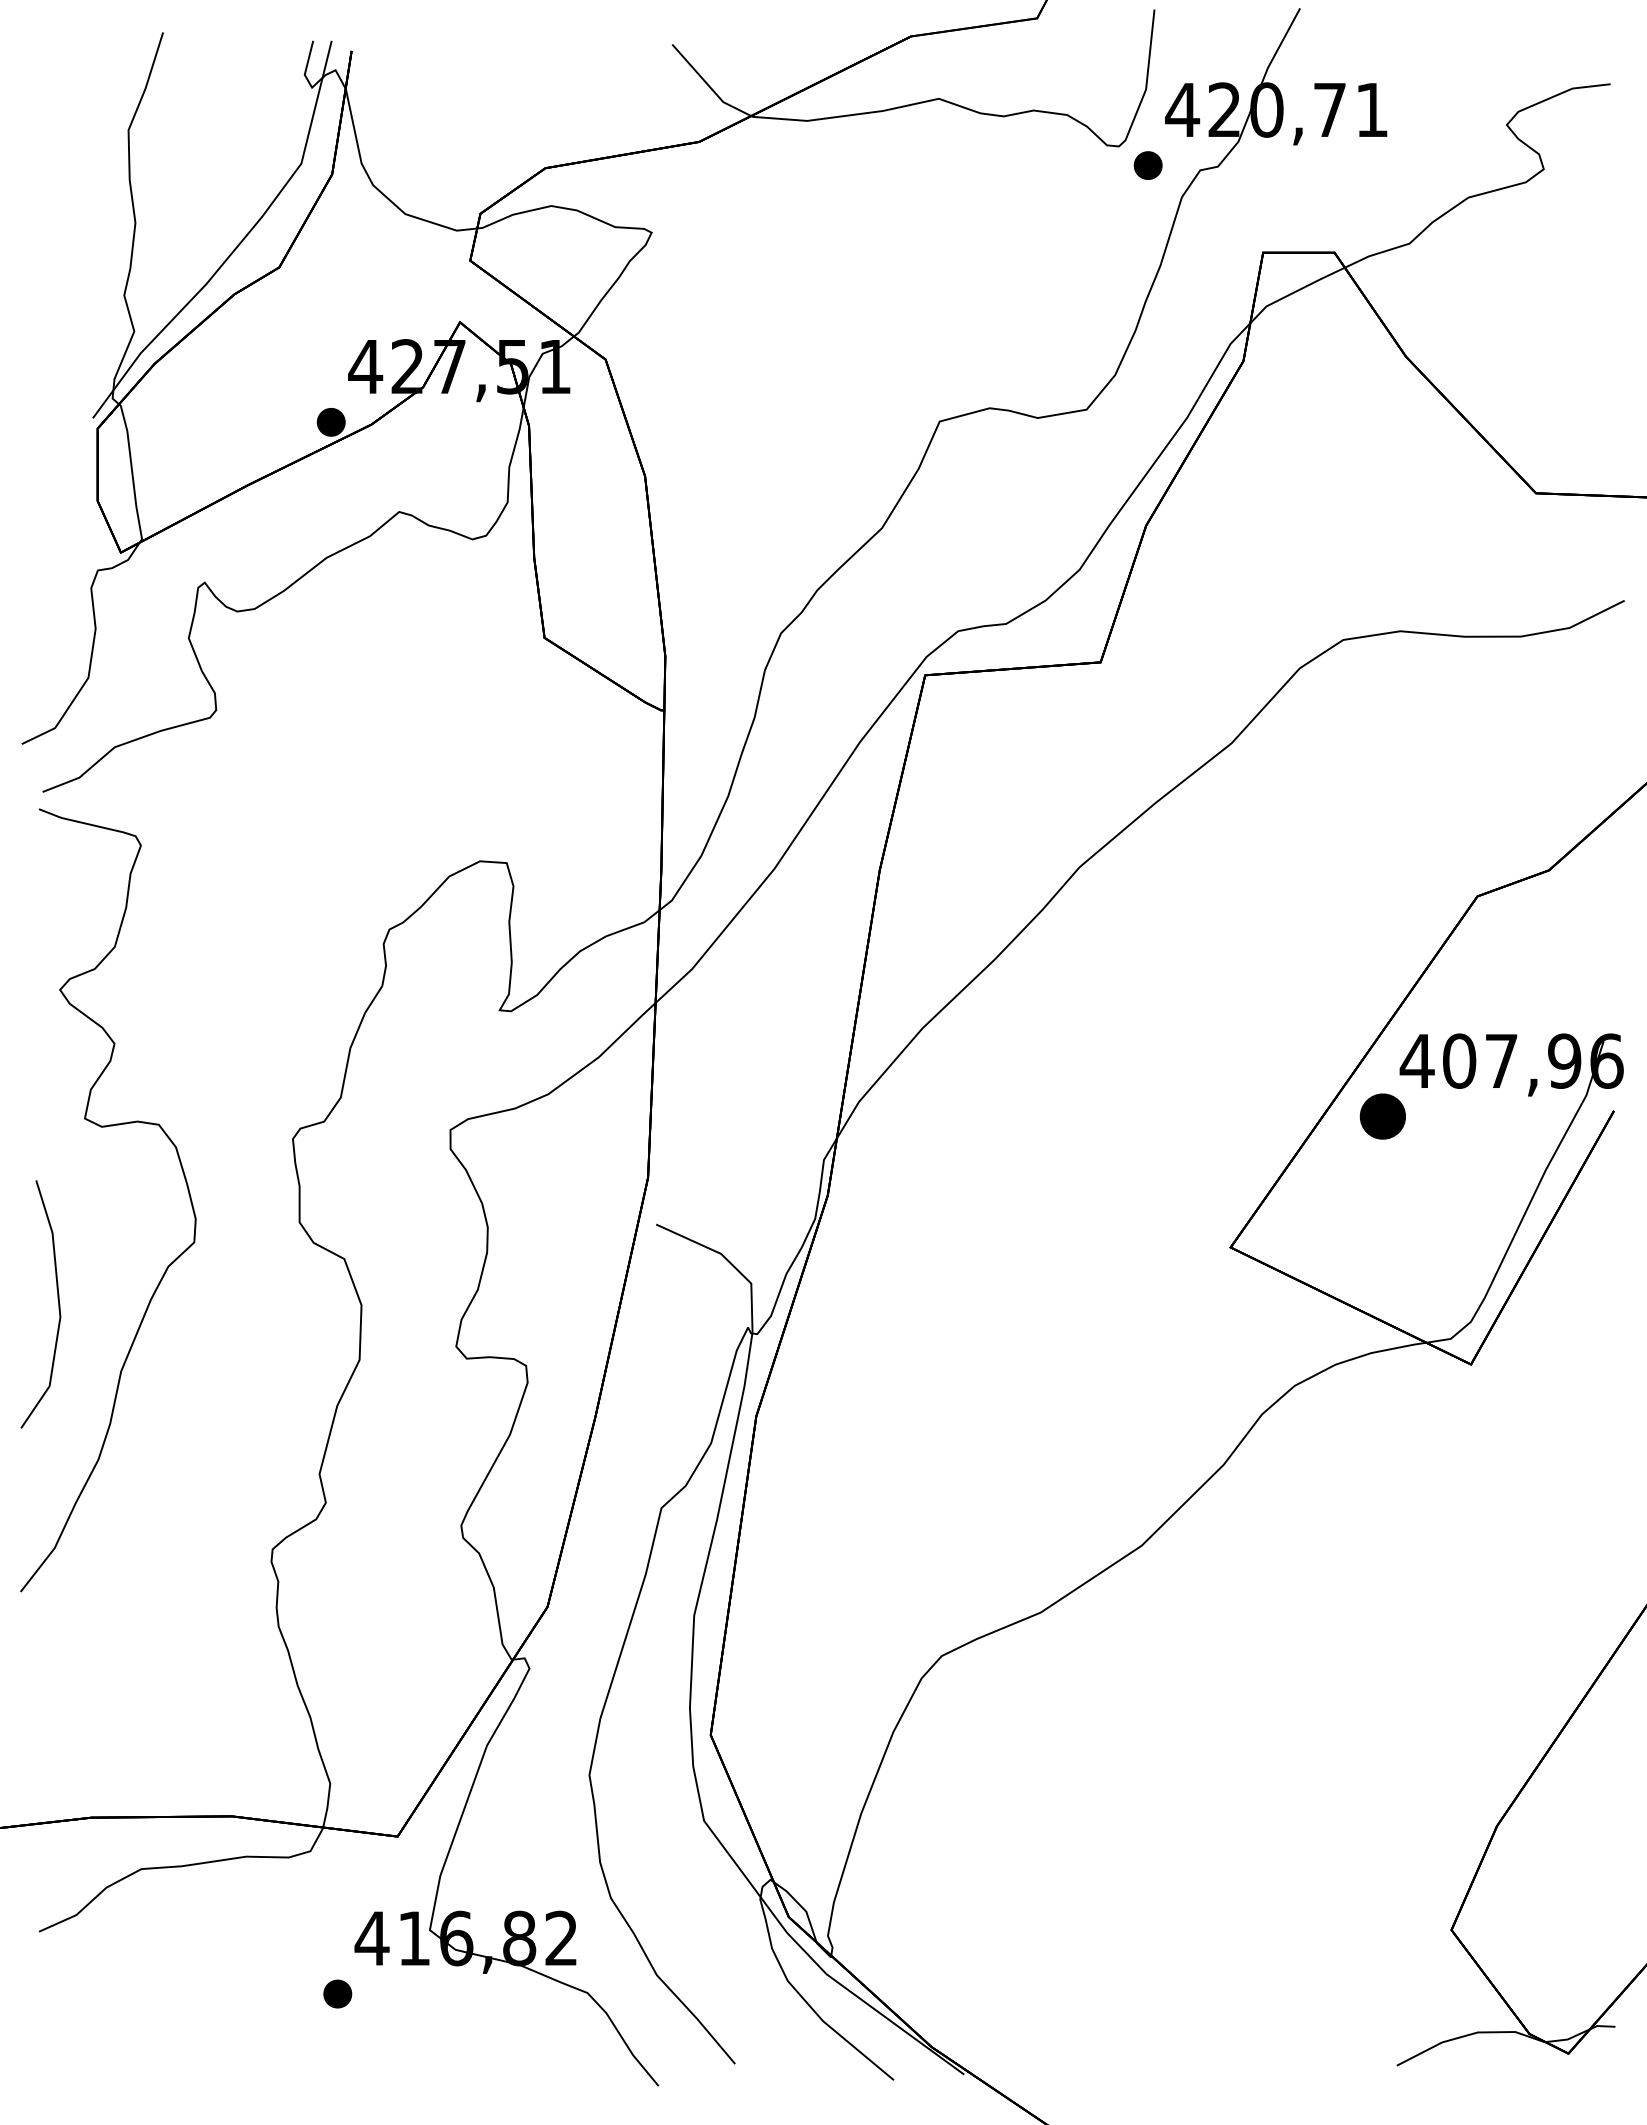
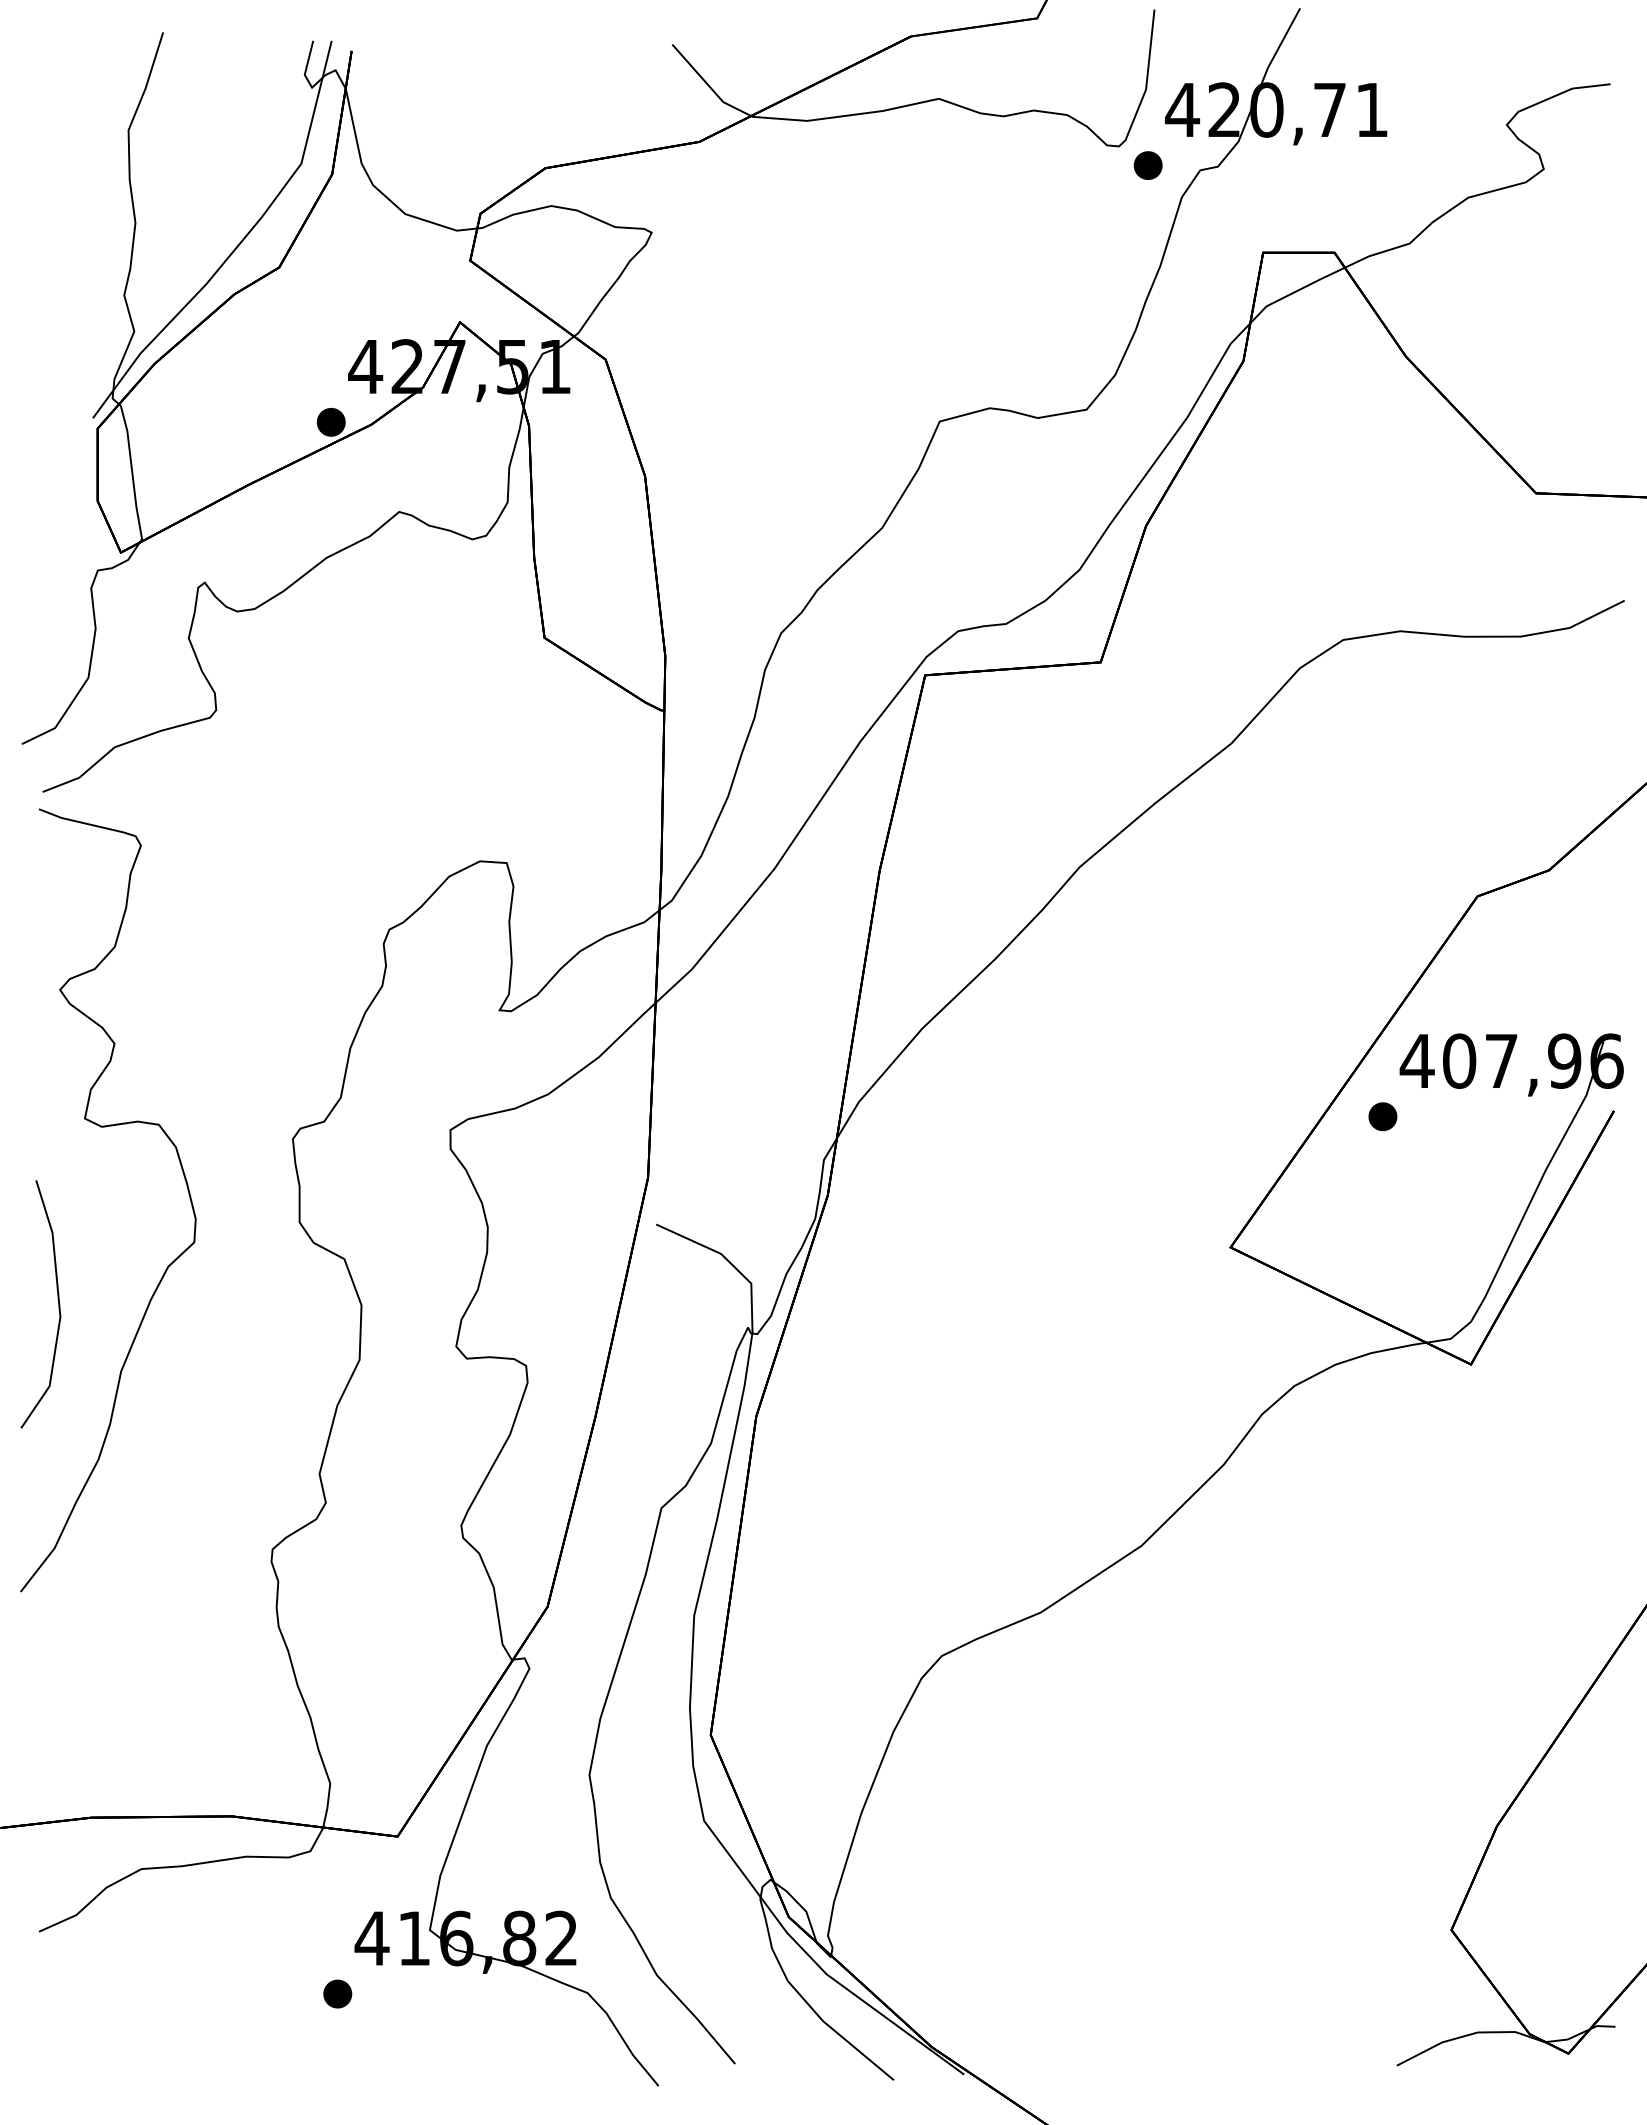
part at (1382, 1116) size: 47x47 px -> 30x30 px
